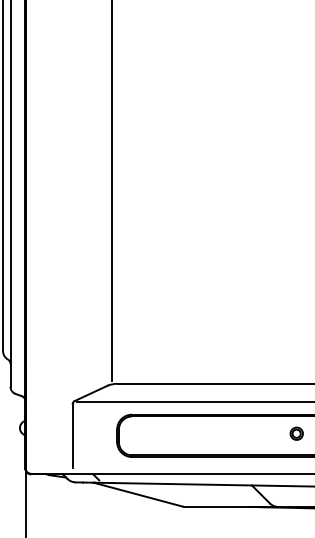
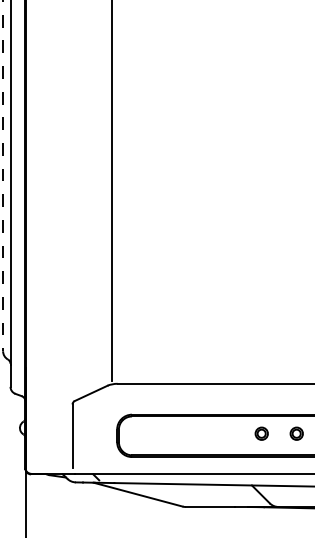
line at (3, 176): solid -> dashed
line at (194, 402): present -> none
part at (261, 433): none -> present
